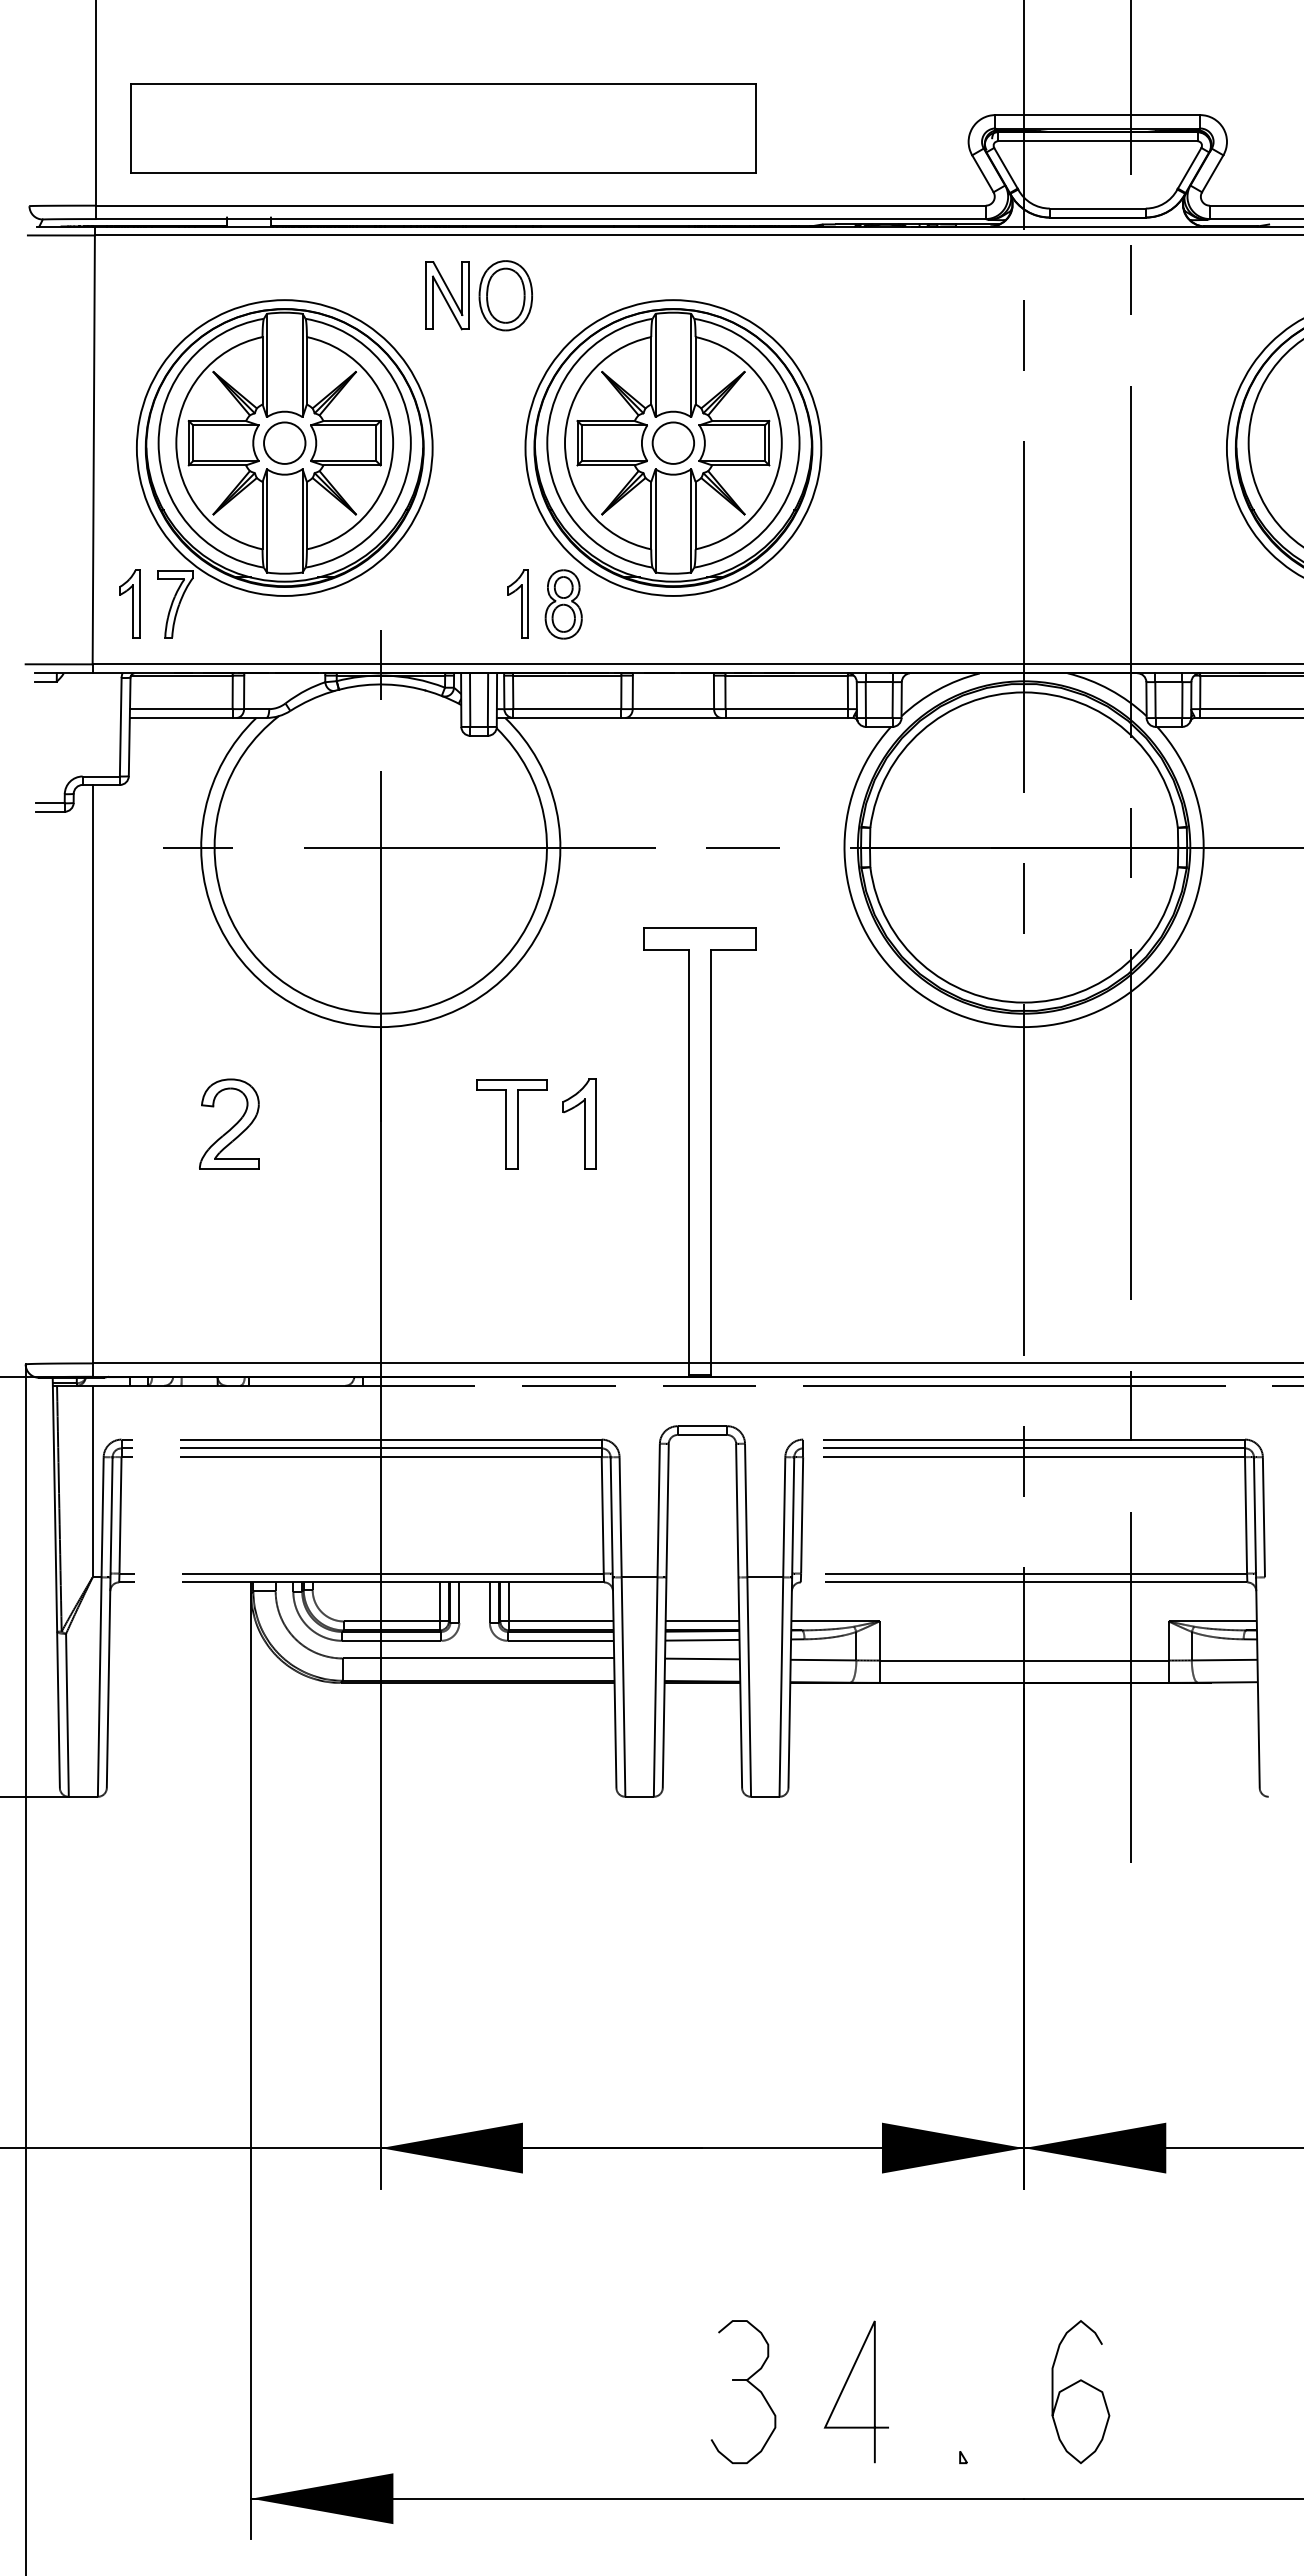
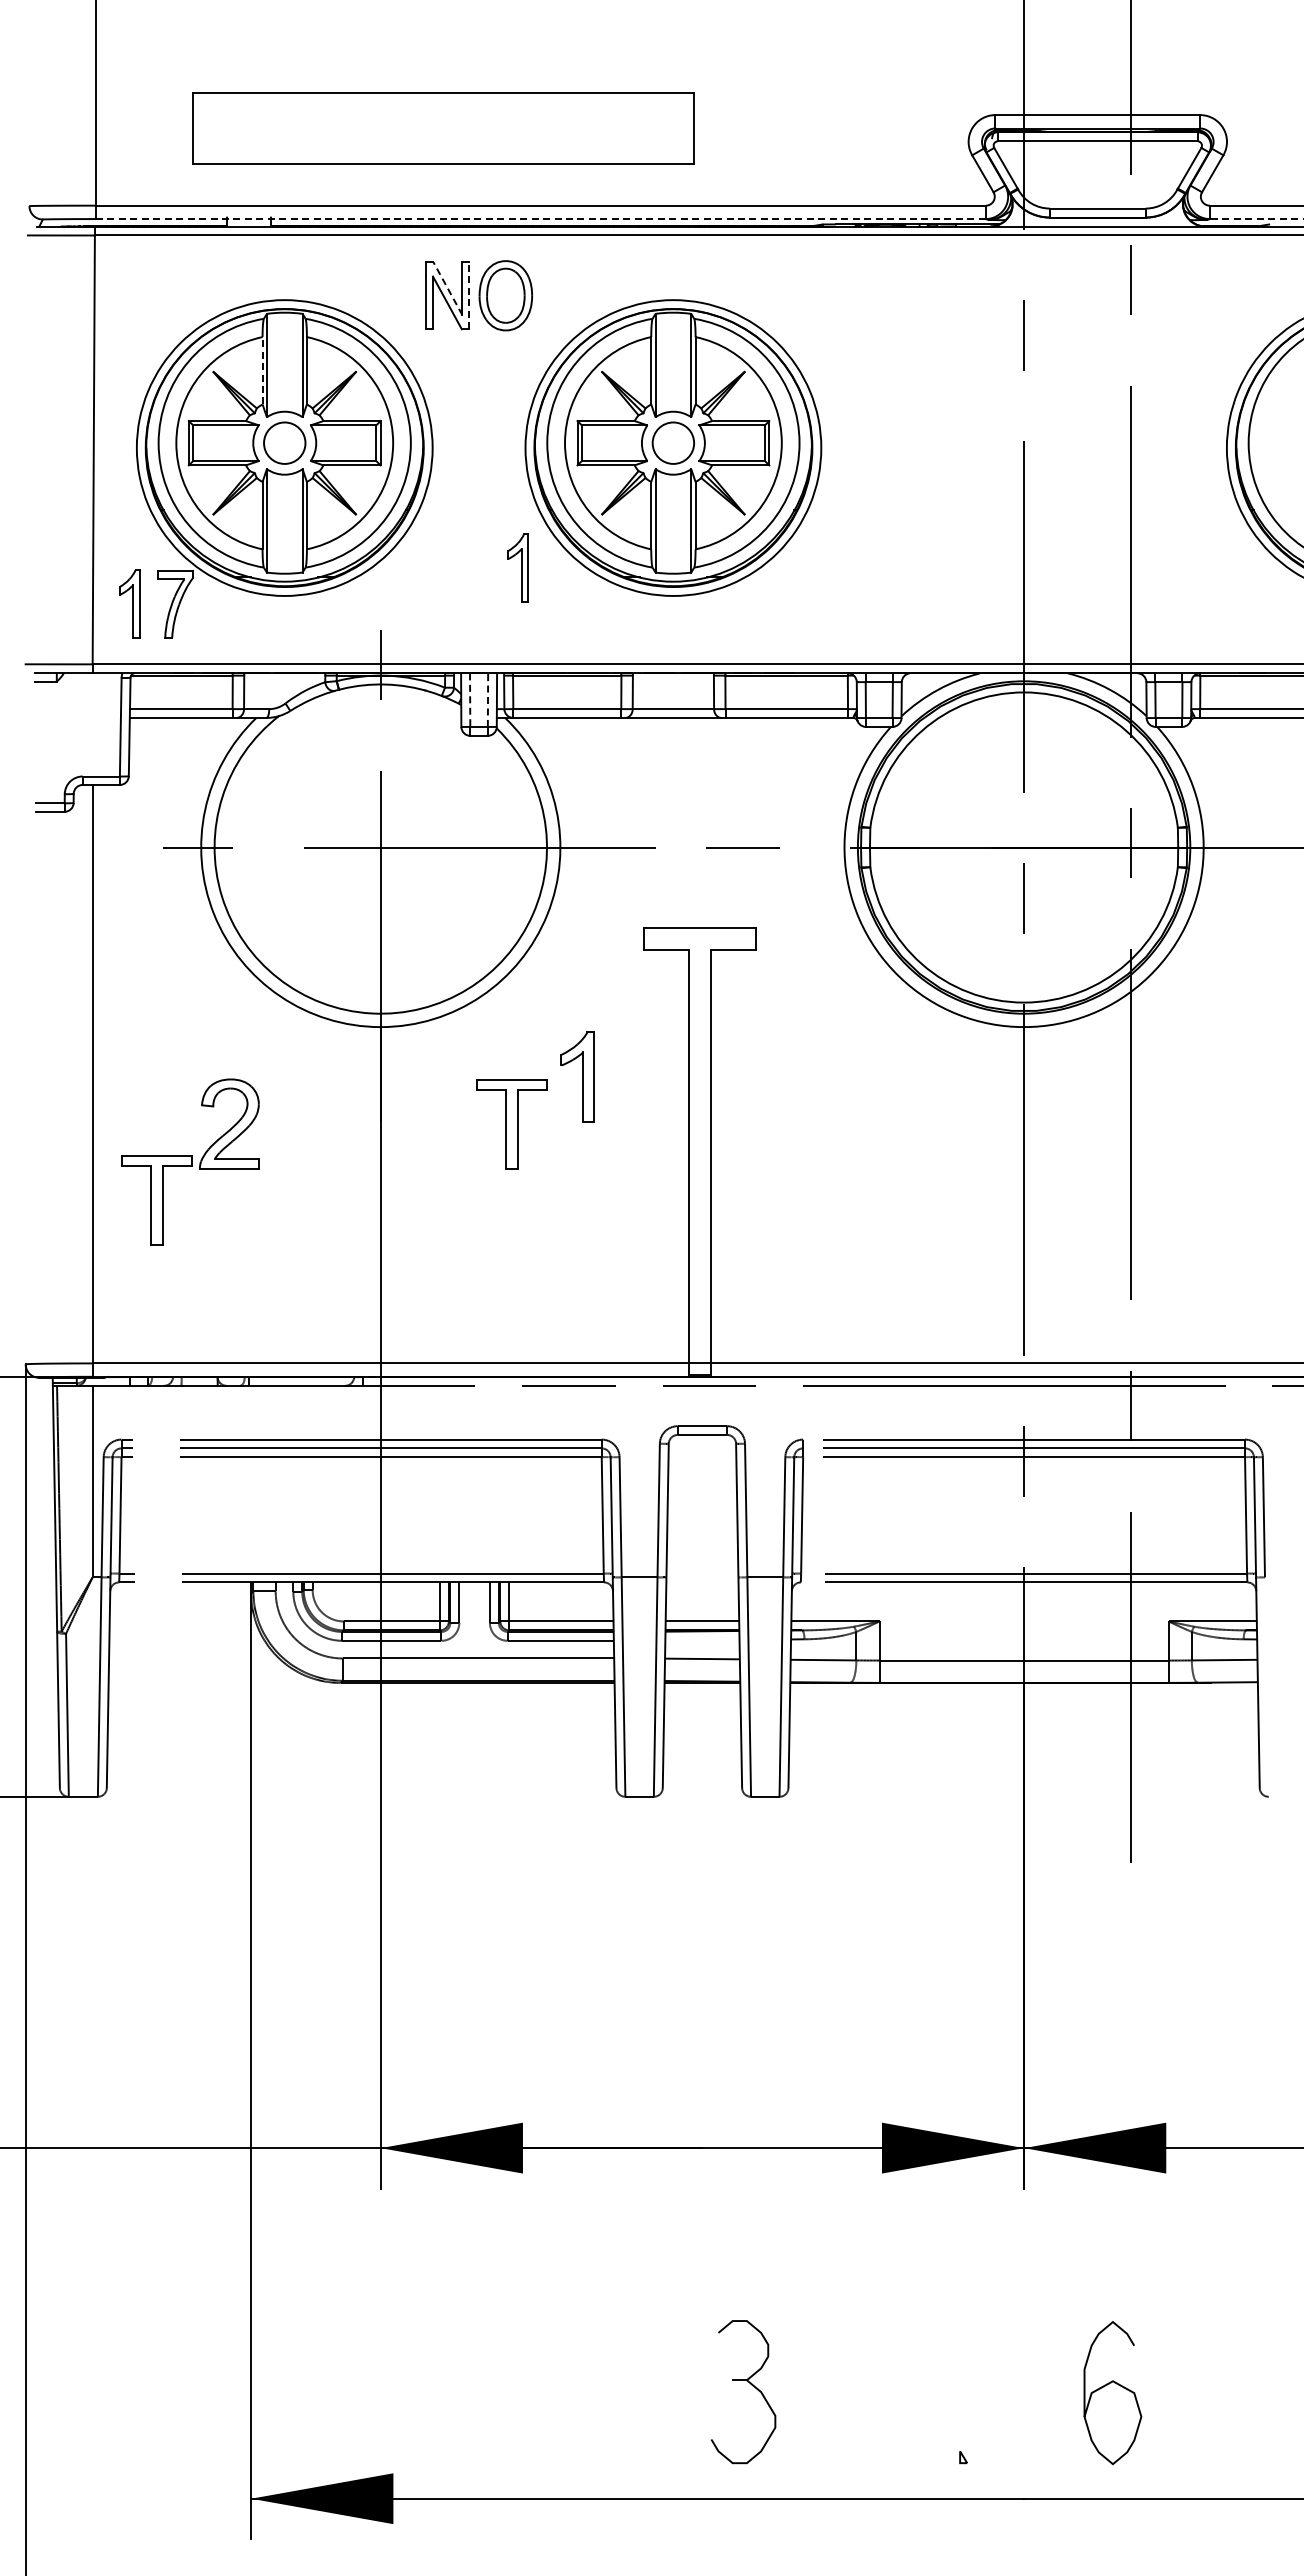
part at (443, 128) size: 627x91 px -> 503x73 px
line at (541, 219): solid -> dashed
line at (1256, 219): solid -> dashed
line at (447, 288): solid -> dashed
line at (469, 295): solid -> dashed
line at (262, 370): solid -> dashed
part at (517, 603) position: (517, 603) -> (517, 567)
part at (563, 604): present -> none
line at (470, 700): solid -> dashed
line at (488, 700): solid -> dashed
part at (579, 1123) position: (579, 1123) -> (577, 1076)
part at (156, 1200): none -> present
line at (702, 1639): present -> none
curve at (1075, 2384) position: (1075, 2384) -> (1107, 2385)
line at (845, 2386): present -> none
